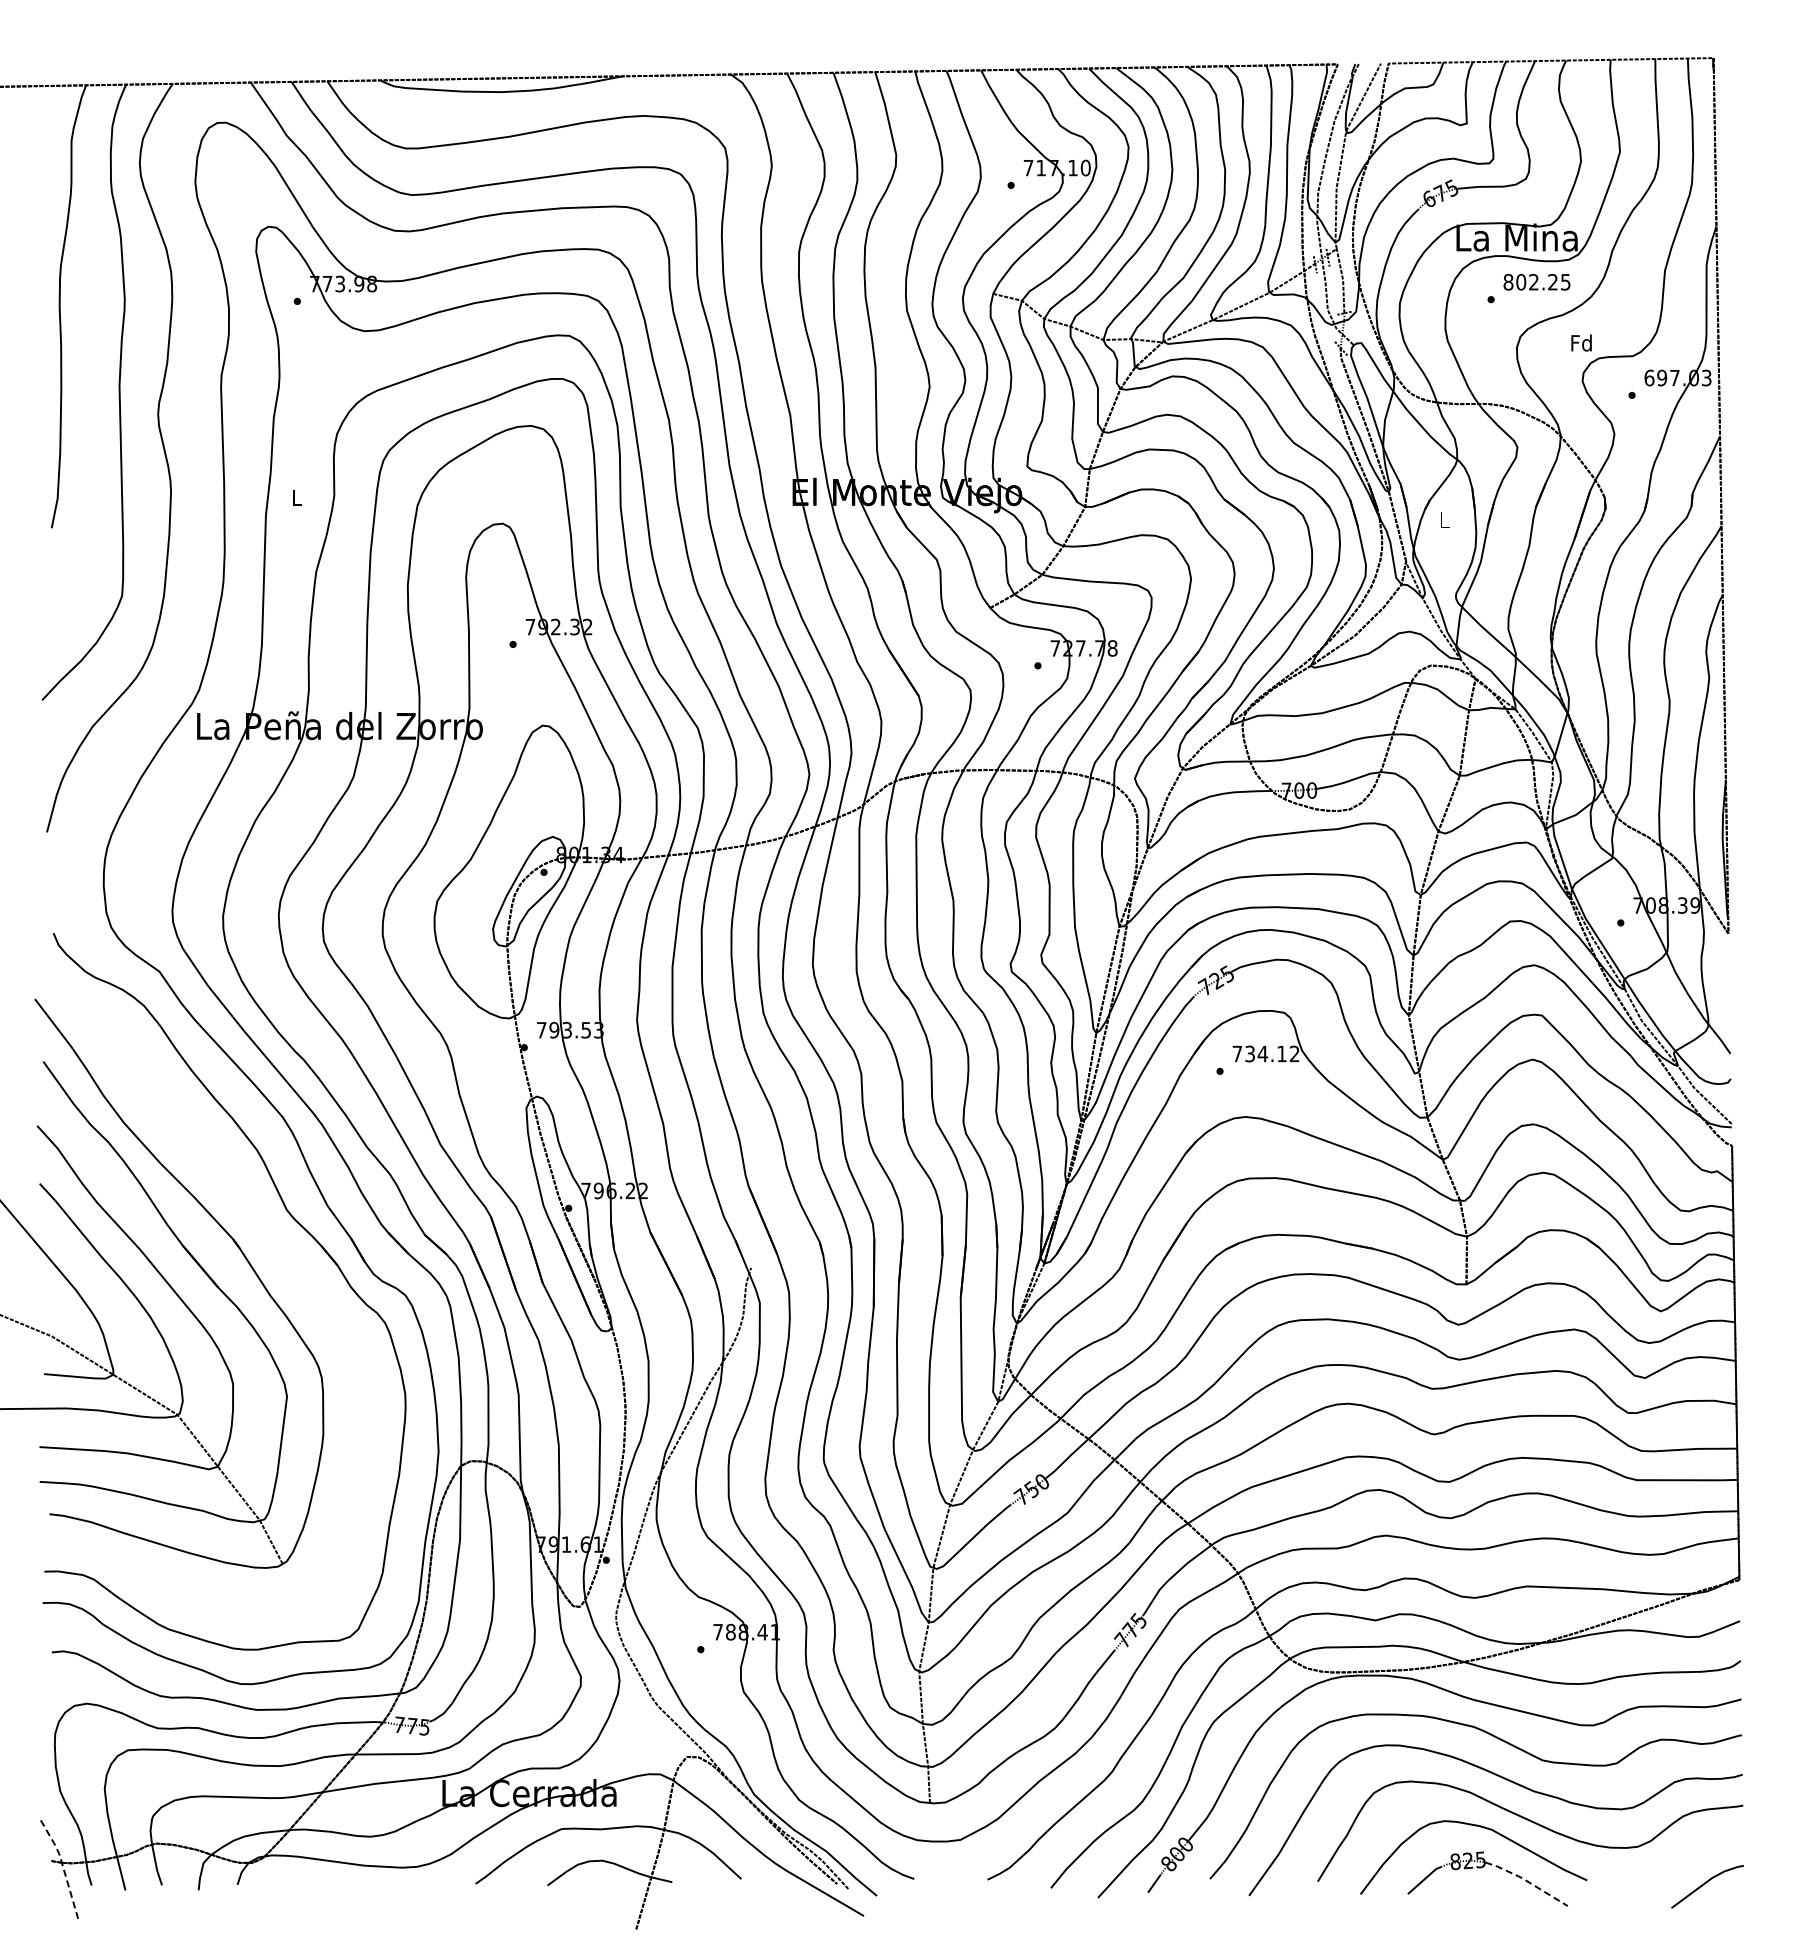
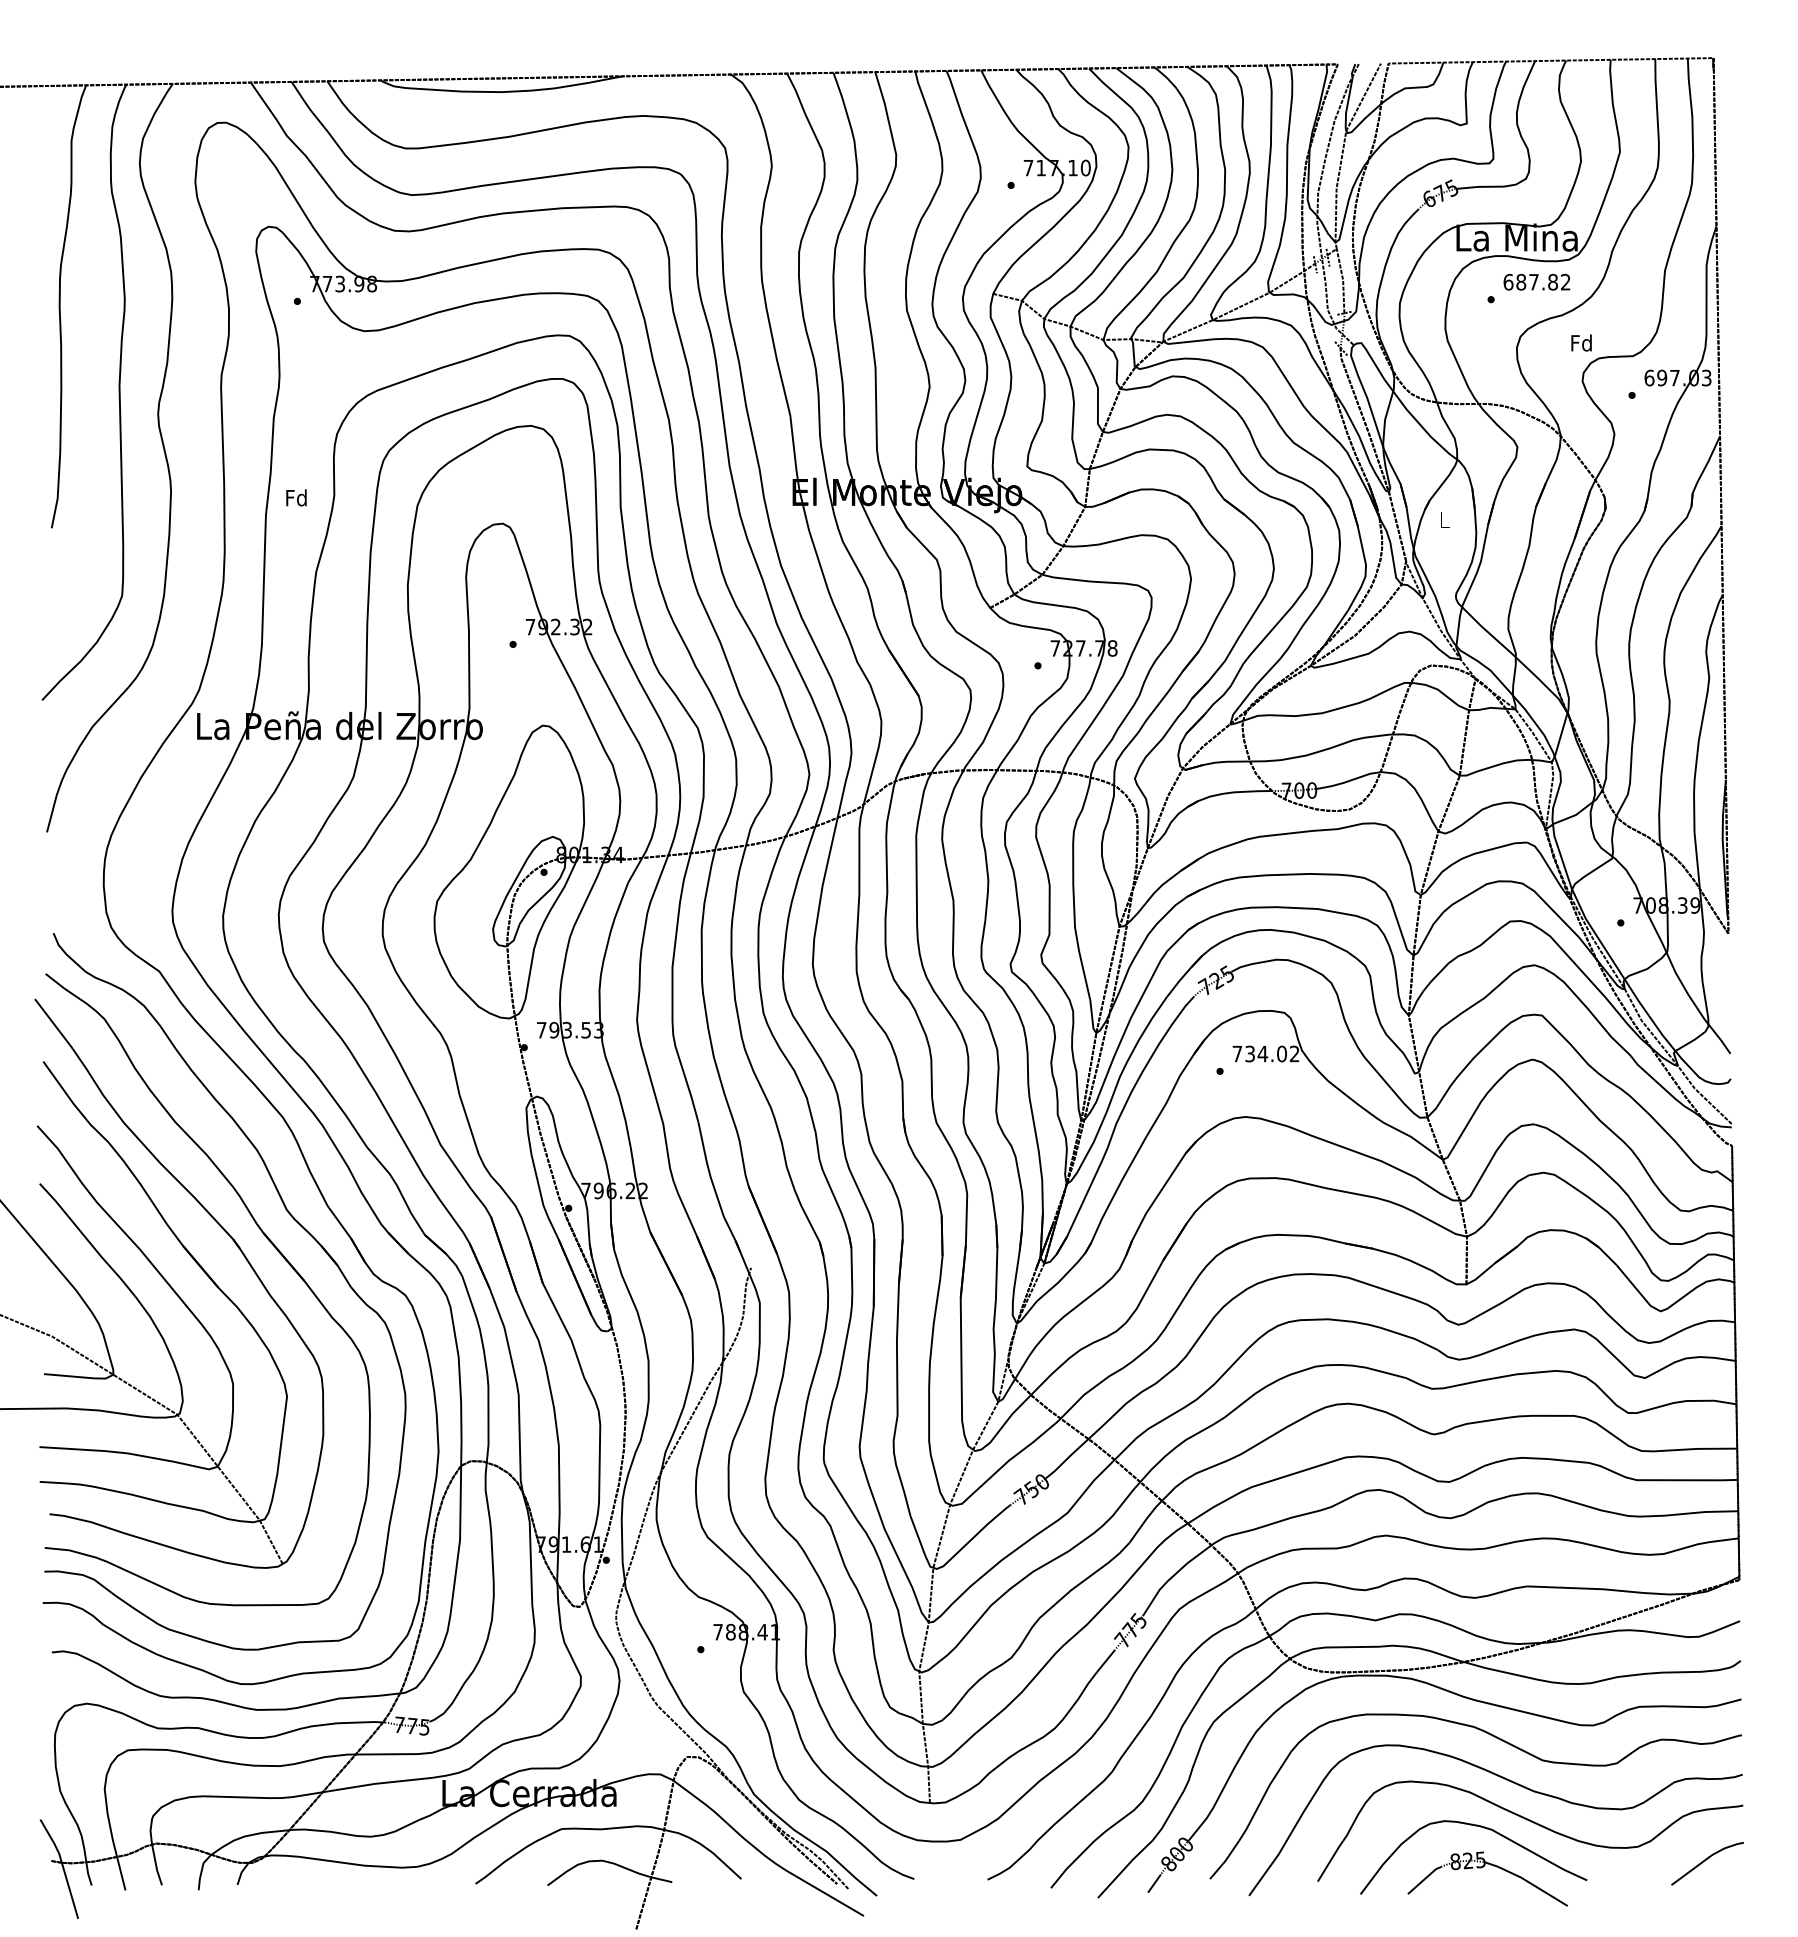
text at (1536, 281): 802.25 -> 687.82
text at (296, 497): L -> Fd
text at (1281, 1053): 734.12 -> 734.02
part at (265, 1237): none -> present
line at (62, 1866): dashed -> solid
line at (1526, 1881): dashed -> solid
line at (1705, 1884) position: (1705, 1884) -> (1705, 1861)
